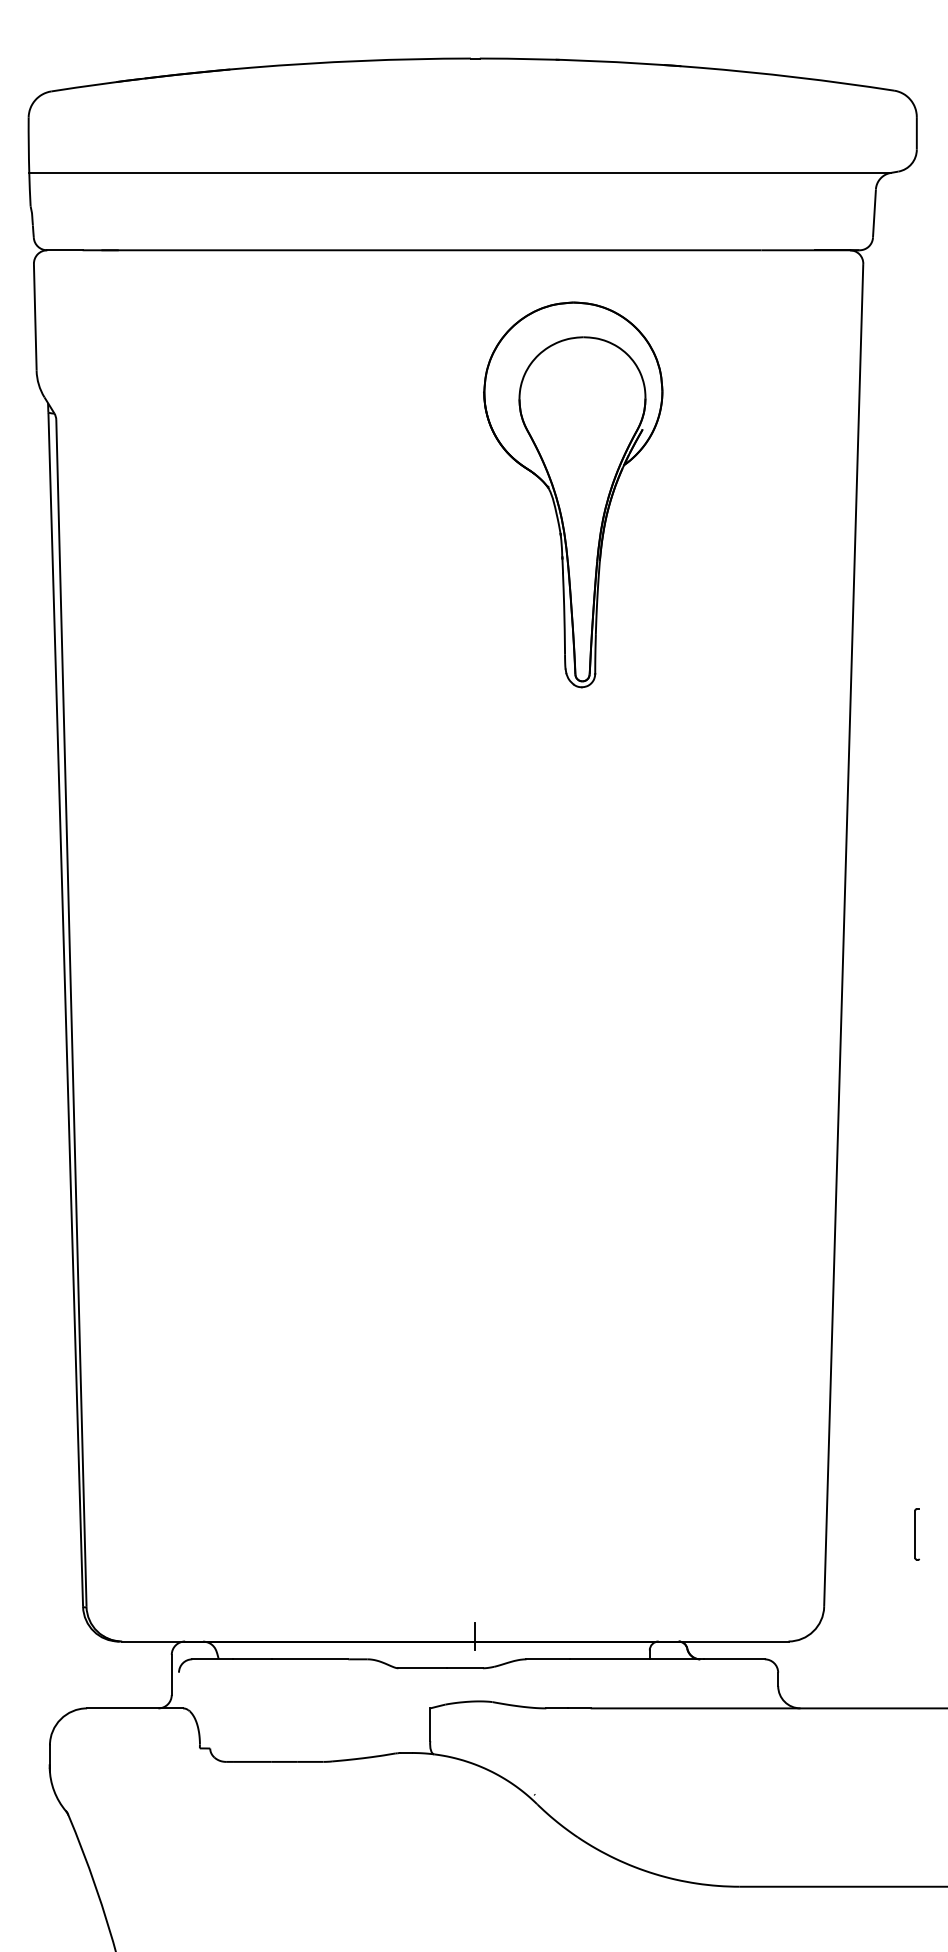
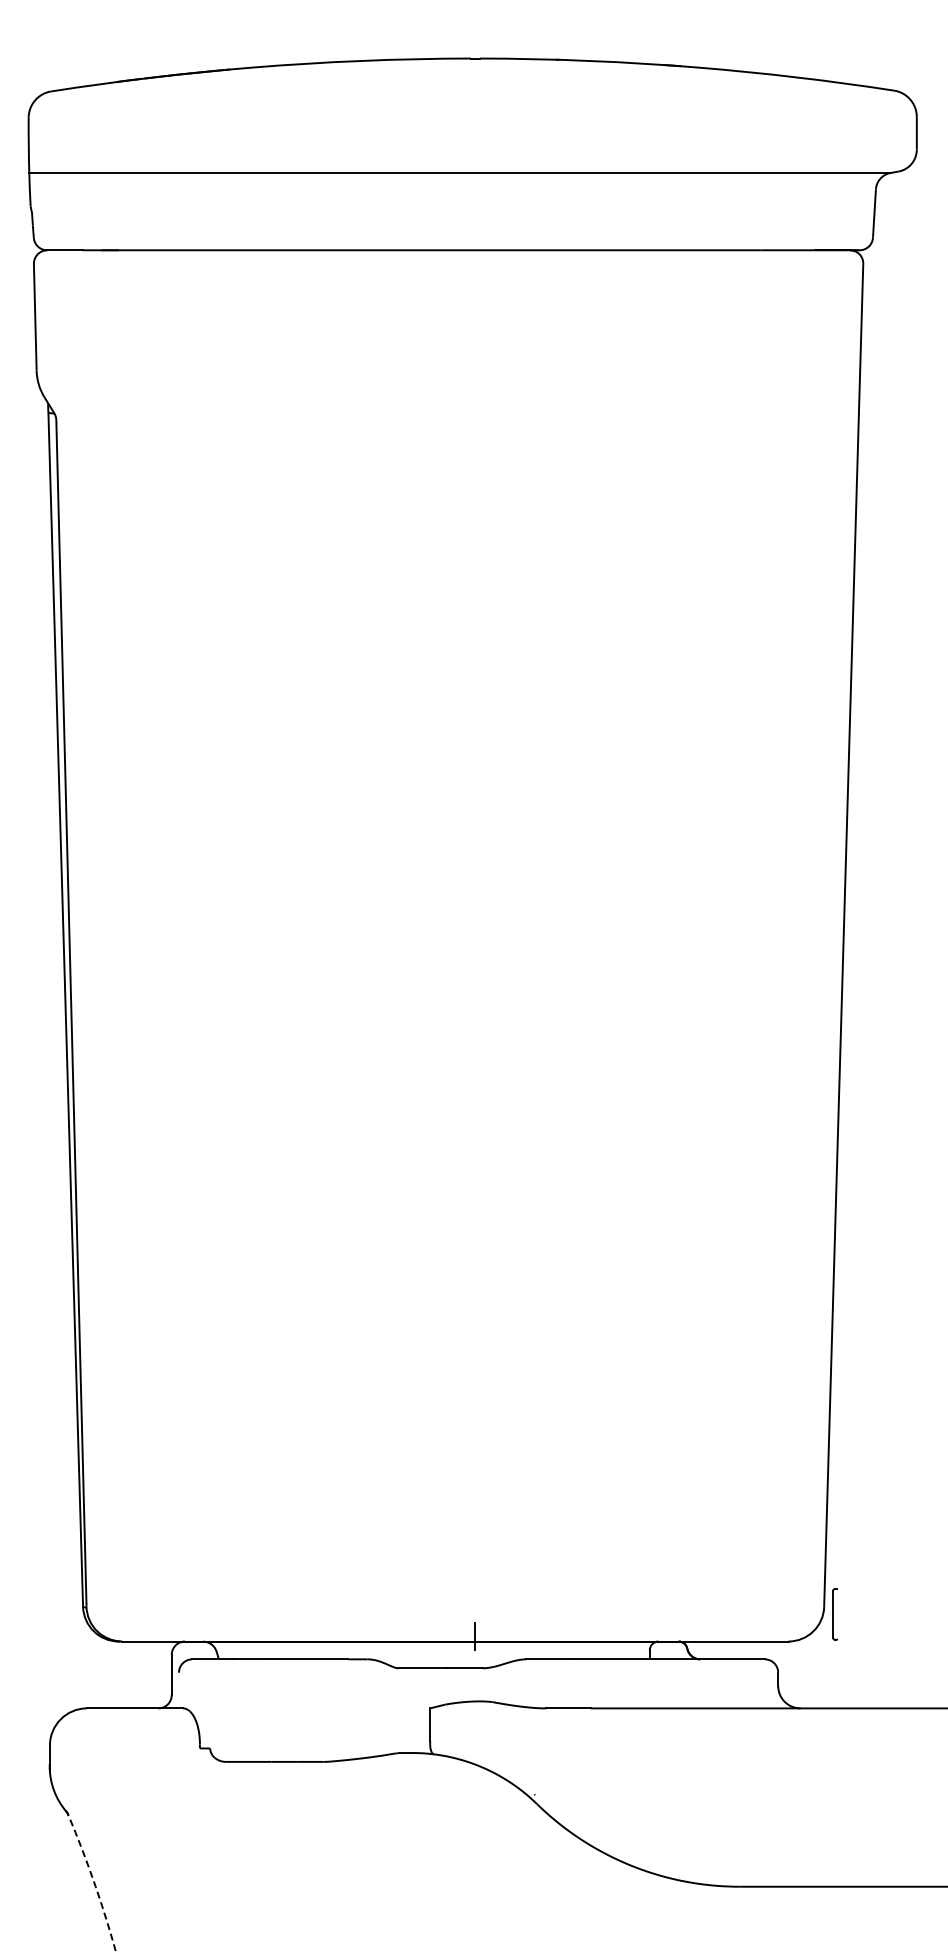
part at (573, 494): present -> none
part at (916, 1534) position: (916, 1534) -> (834, 1614)
arc at (94, 1882): solid -> dashed
